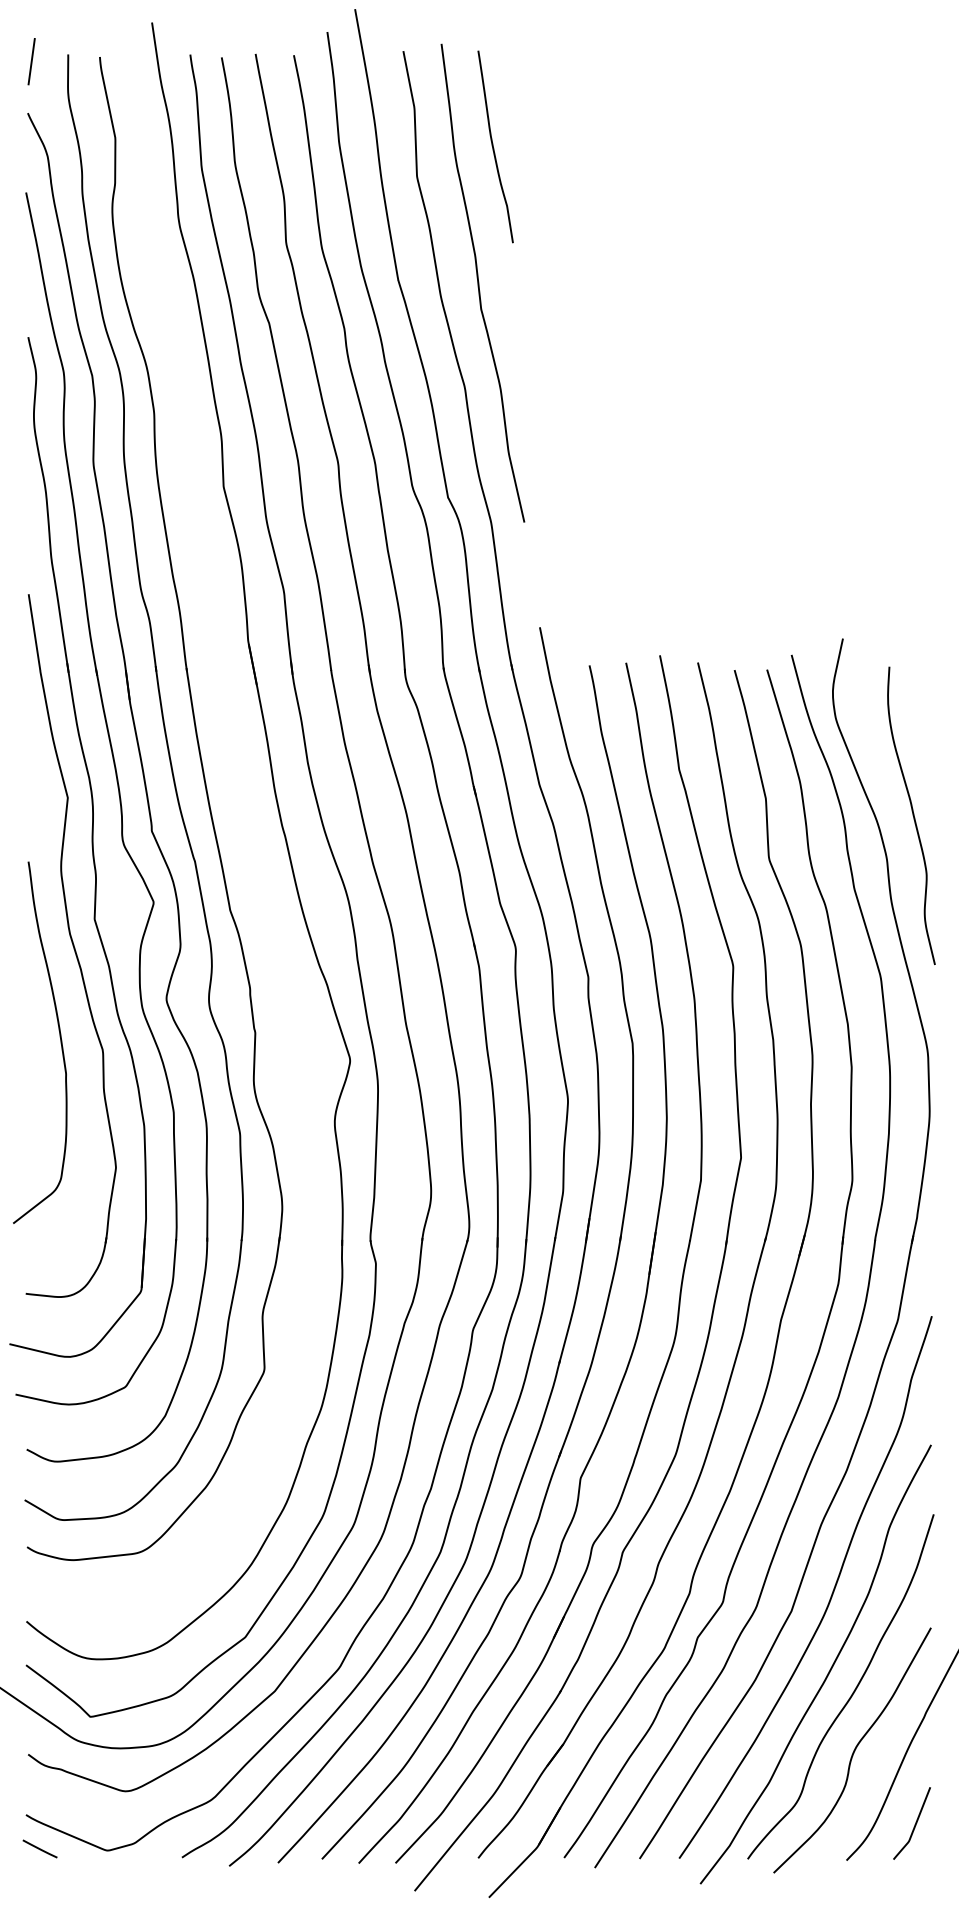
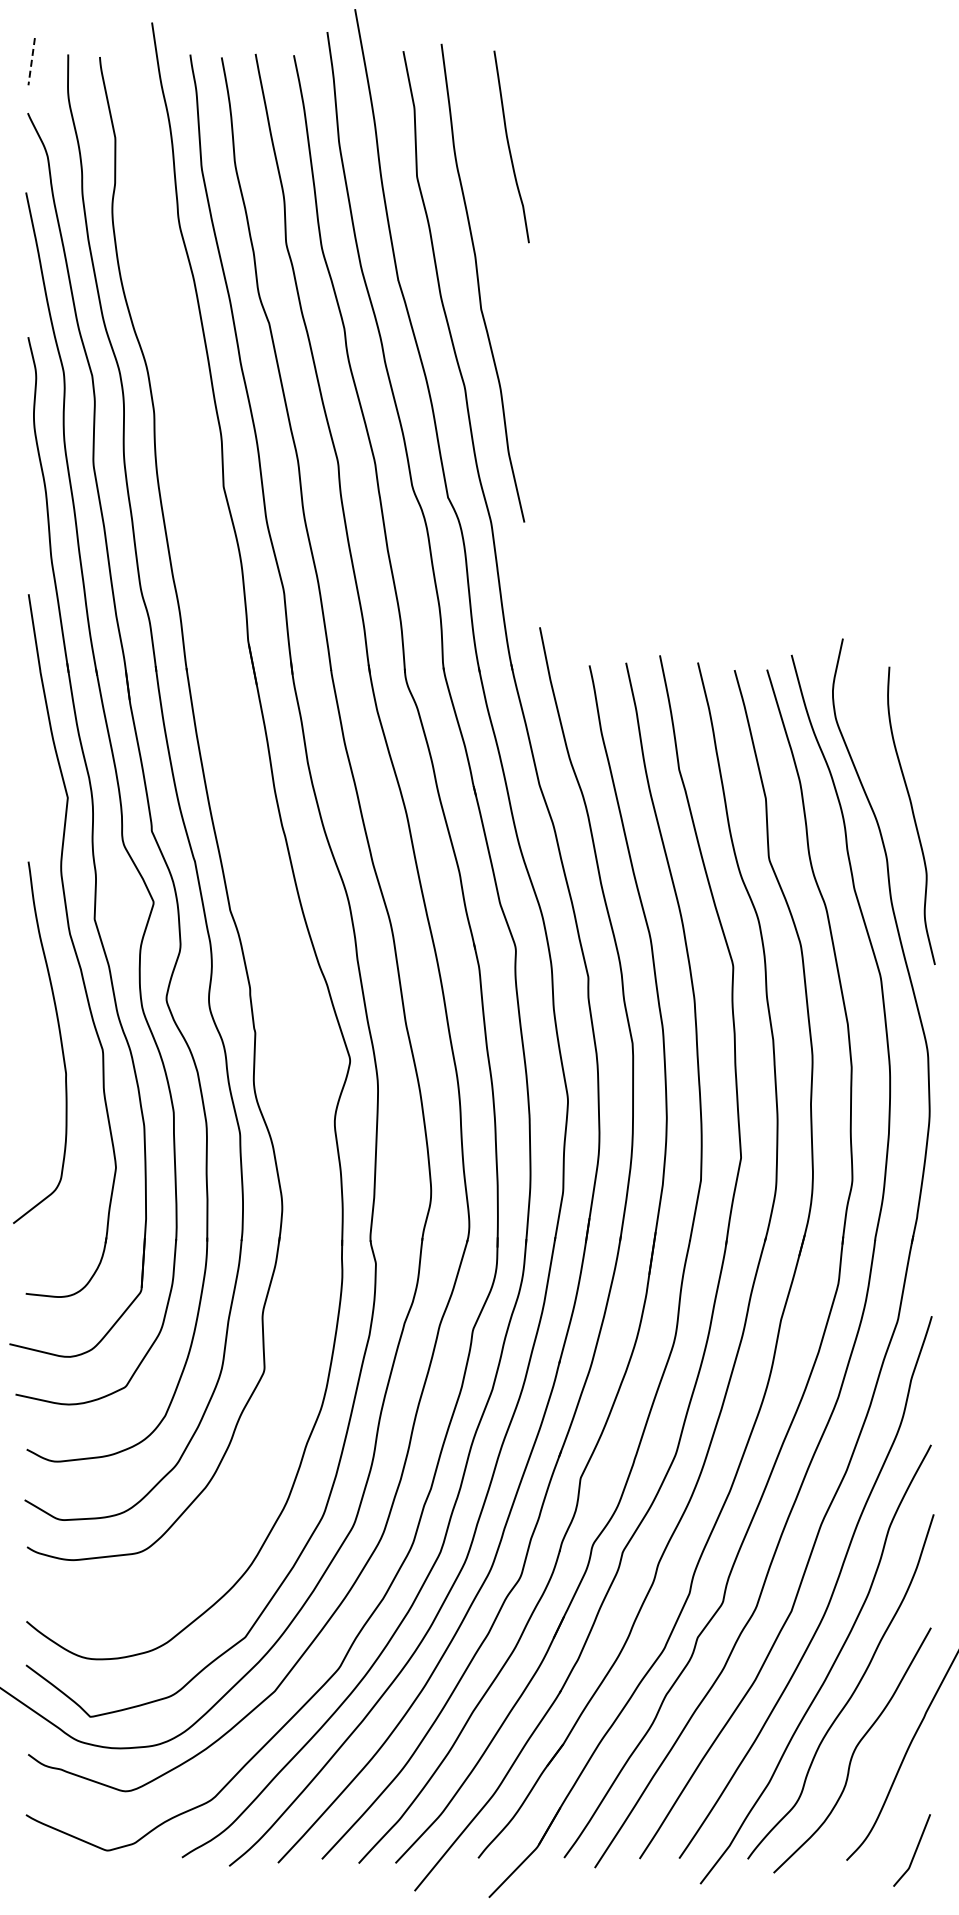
line at (31, 61): solid -> dashed
curve at (493, 146) position: (493, 146) -> (509, 146)
curve at (914, 1824) position: (914, 1824) -> (914, 1851)
line at (39, 1848): present -> none
